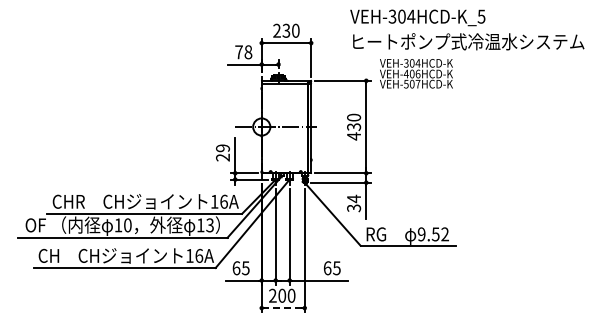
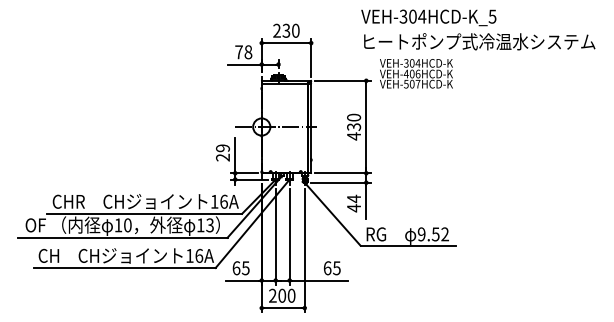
text at (467, 29) position: (467, 29) -> (478, 29)
text at (354, 208): 34 -> 44
line at (283, 308): dashed -> solid
